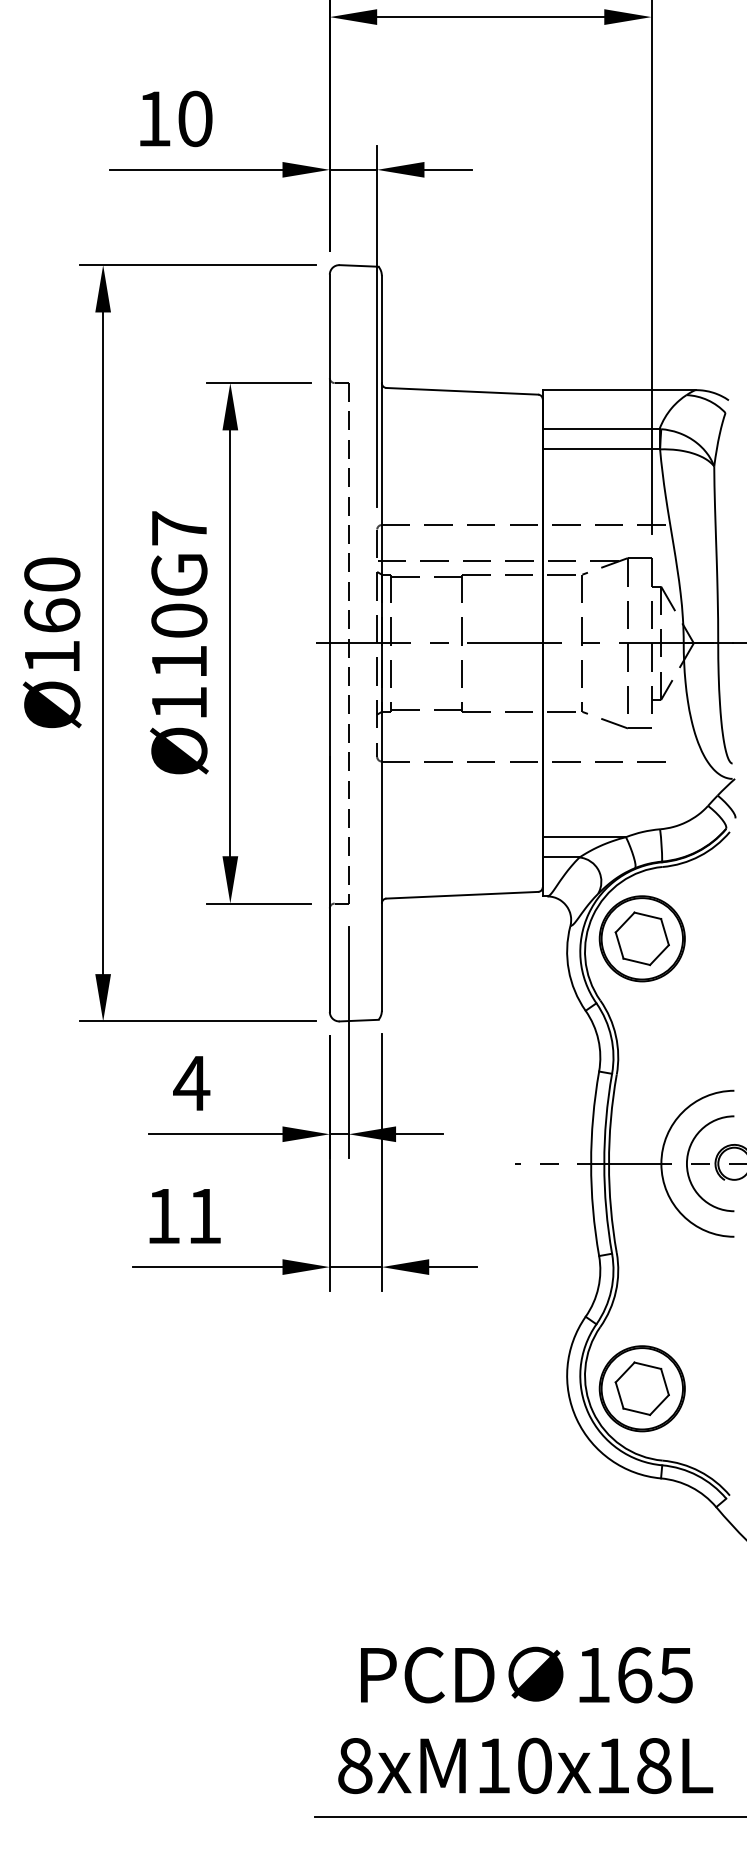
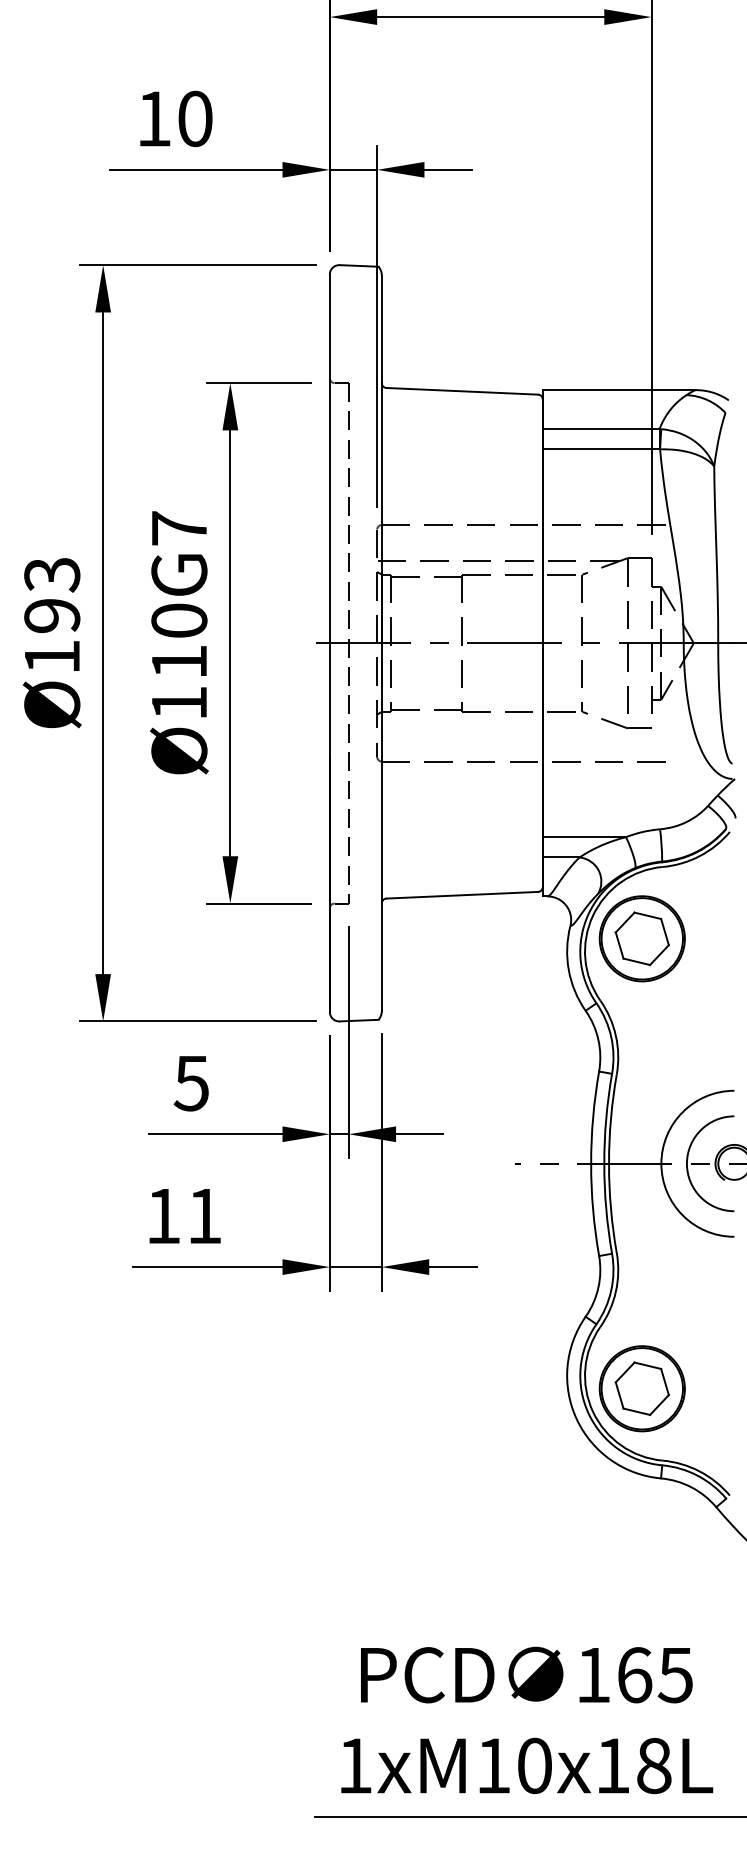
text at (52, 594): Ø160 -> Ø193
text at (191, 1083): 4 -> 5
text at (355, 1766): 8xM10x18L -> 1xM10x18L
